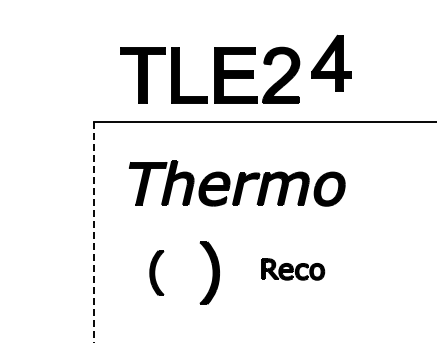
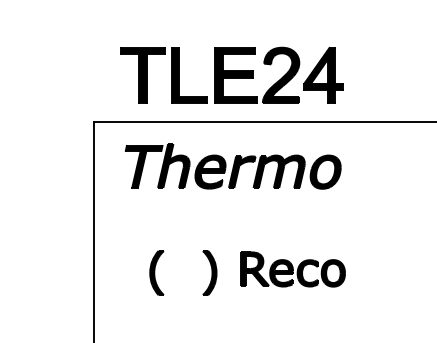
part at (331, 62) position: (331, 62) -> (323, 74)
part at (237, 183) position: (237, 183) -> (233, 166)
line at (93, 232): dashed -> solid
part at (293, 269) size: 65x23 px -> 106x37 px
part at (209, 272) size: 21x64 px -> 16x46 px
